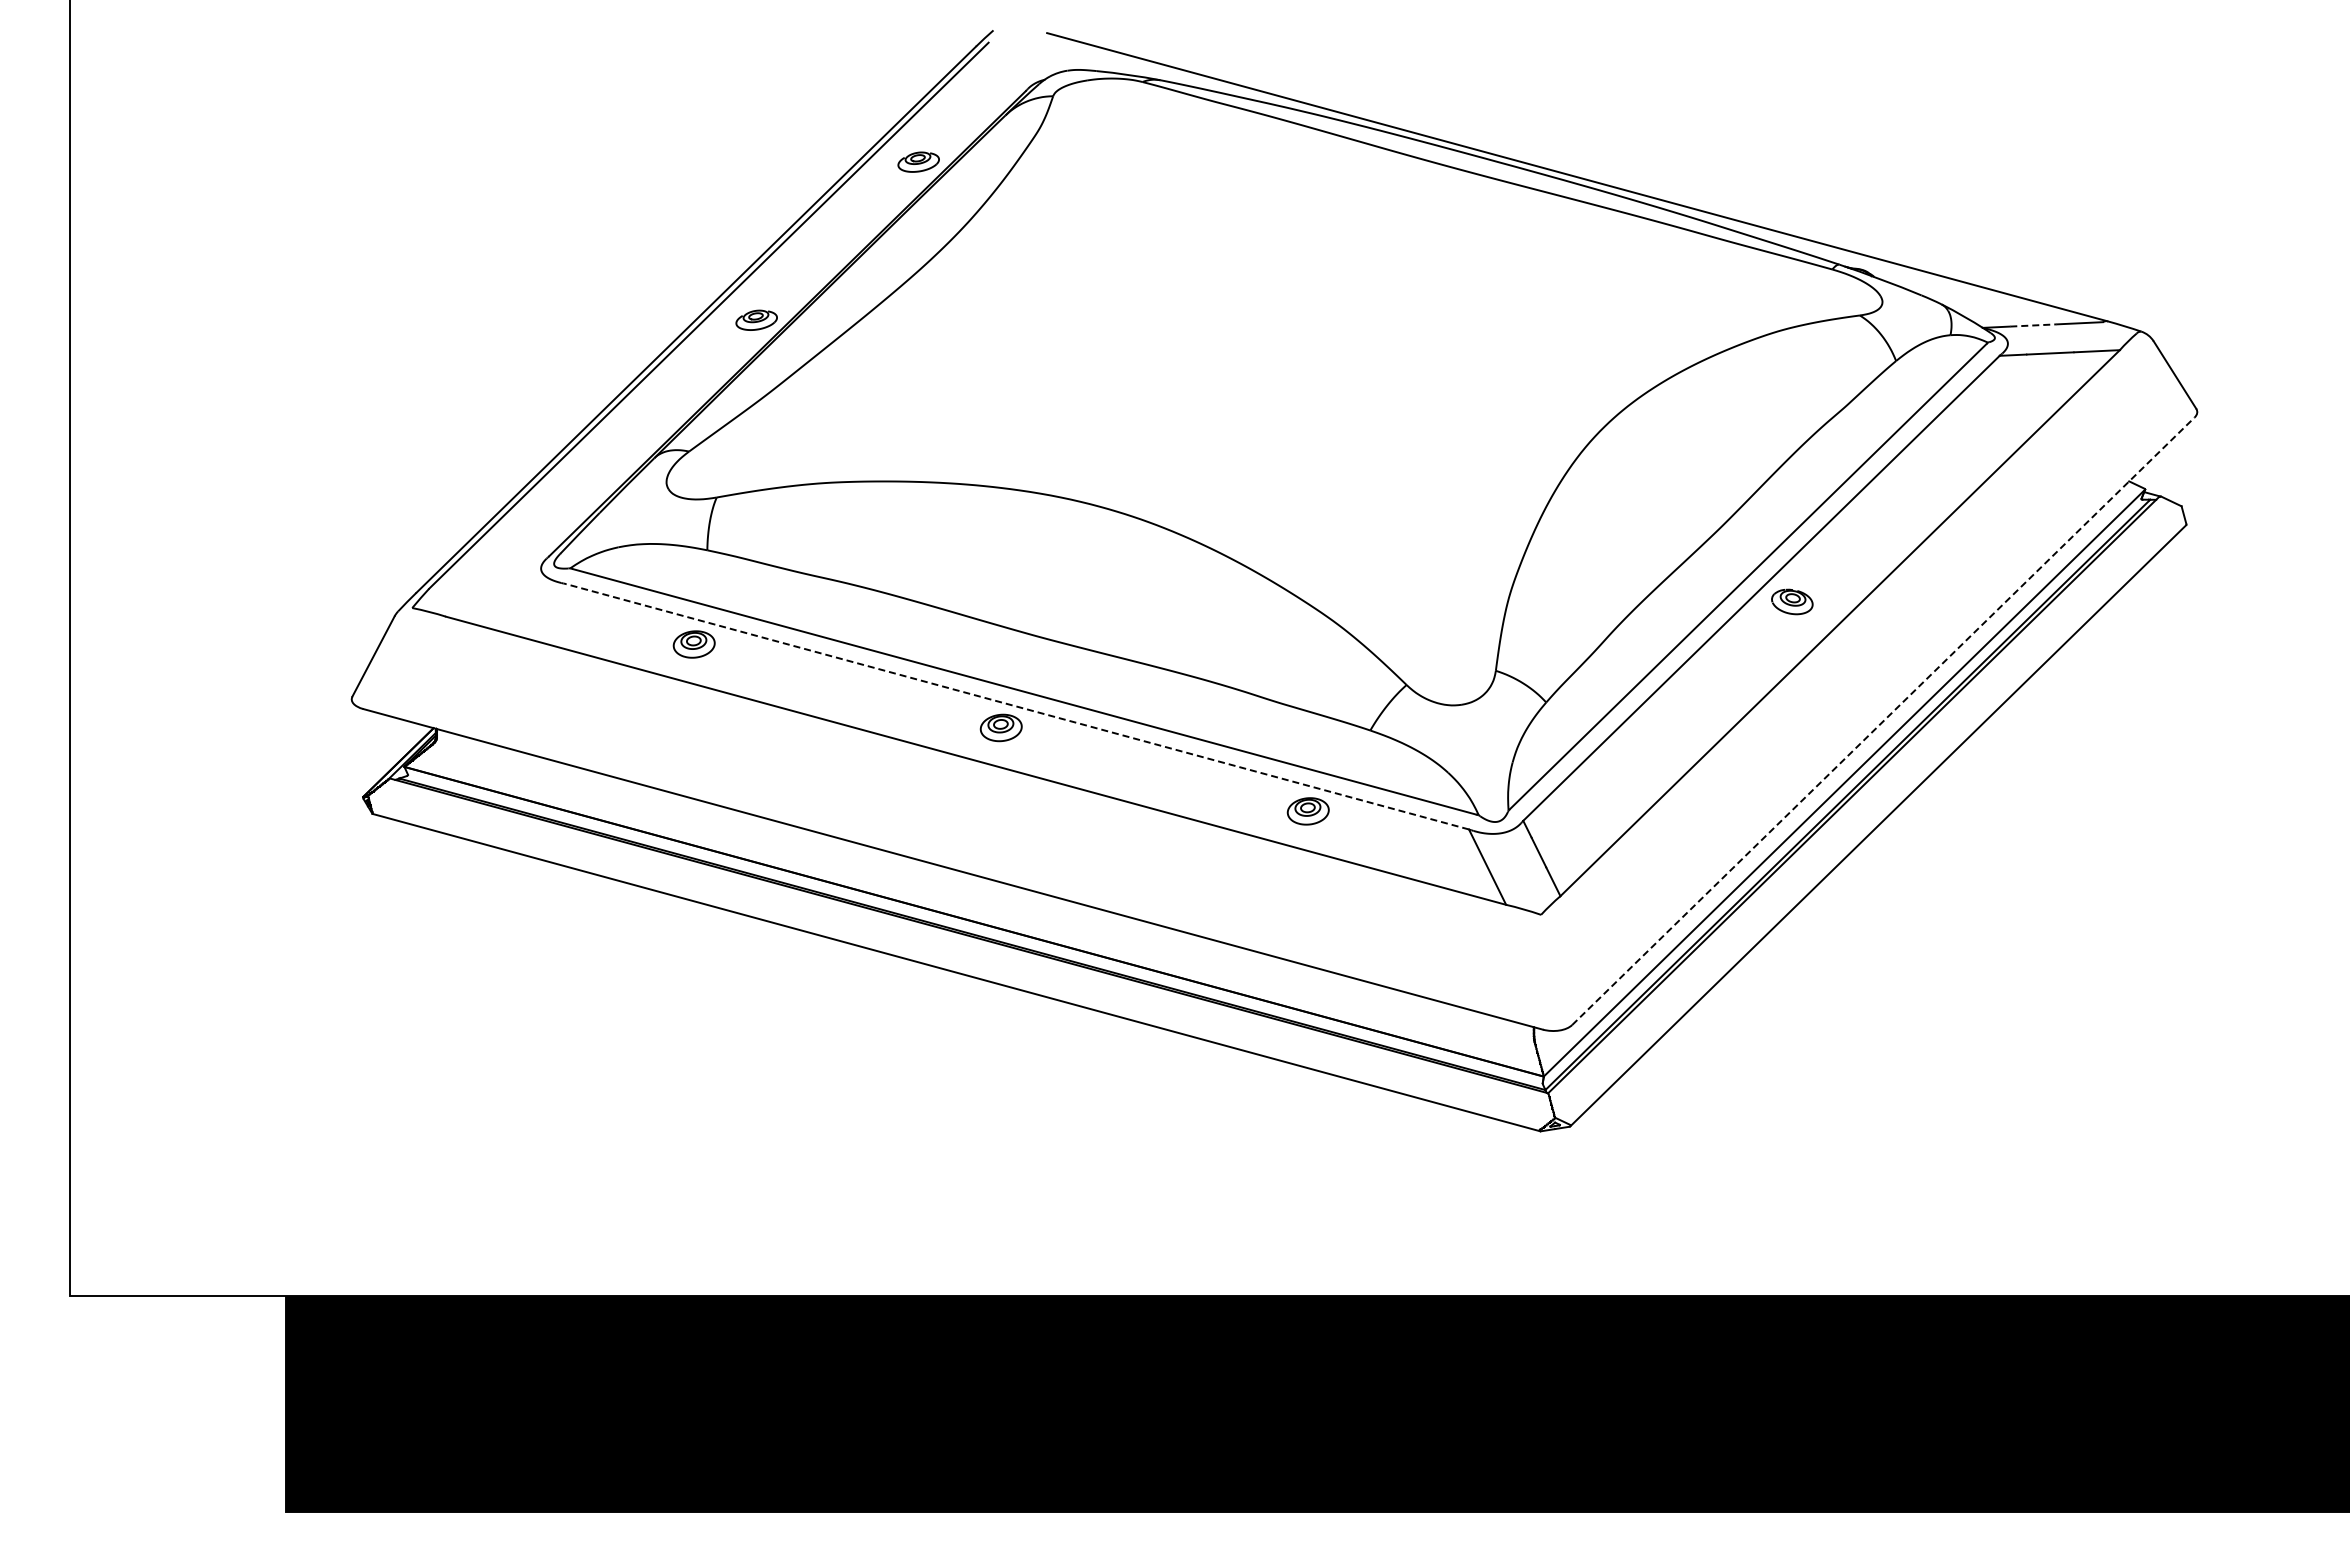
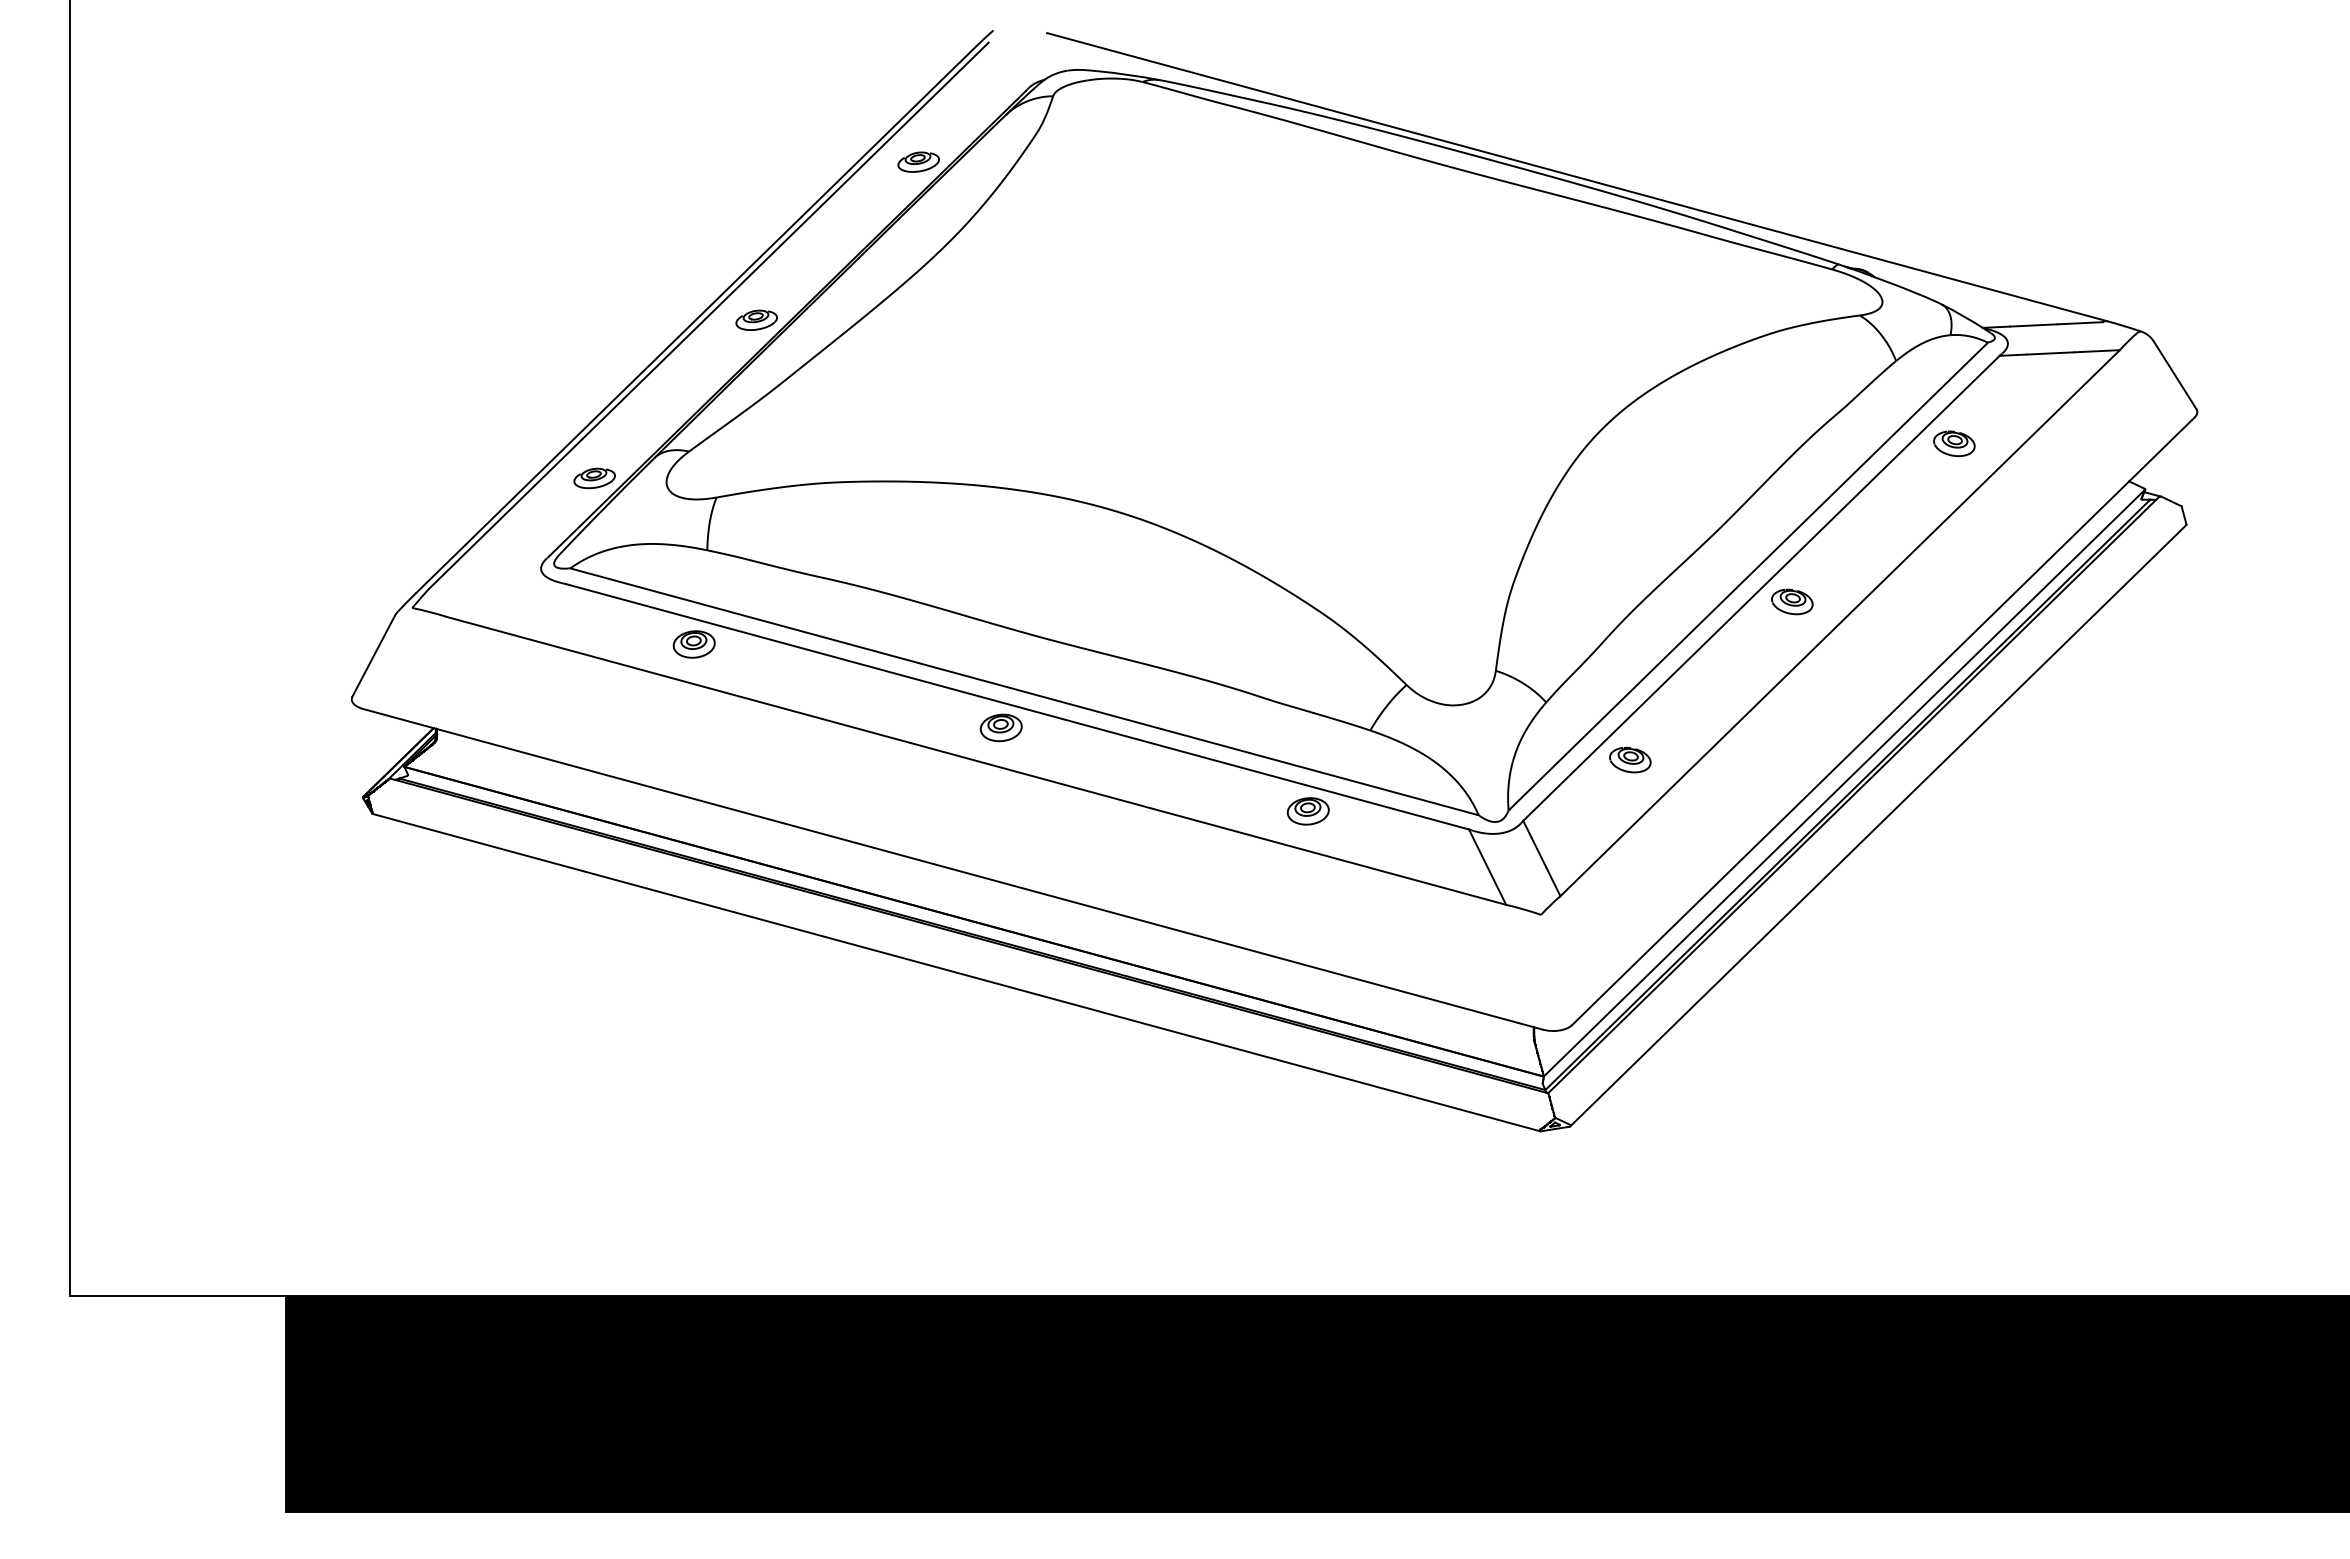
line at (2034, 325): dashed -> solid
part at (1954, 443): none -> present
part at (594, 478): none -> present
line at (1017, 706): dashed -> solid
line at (1883, 721): dashed -> solid
part at (1630, 759): none -> present
